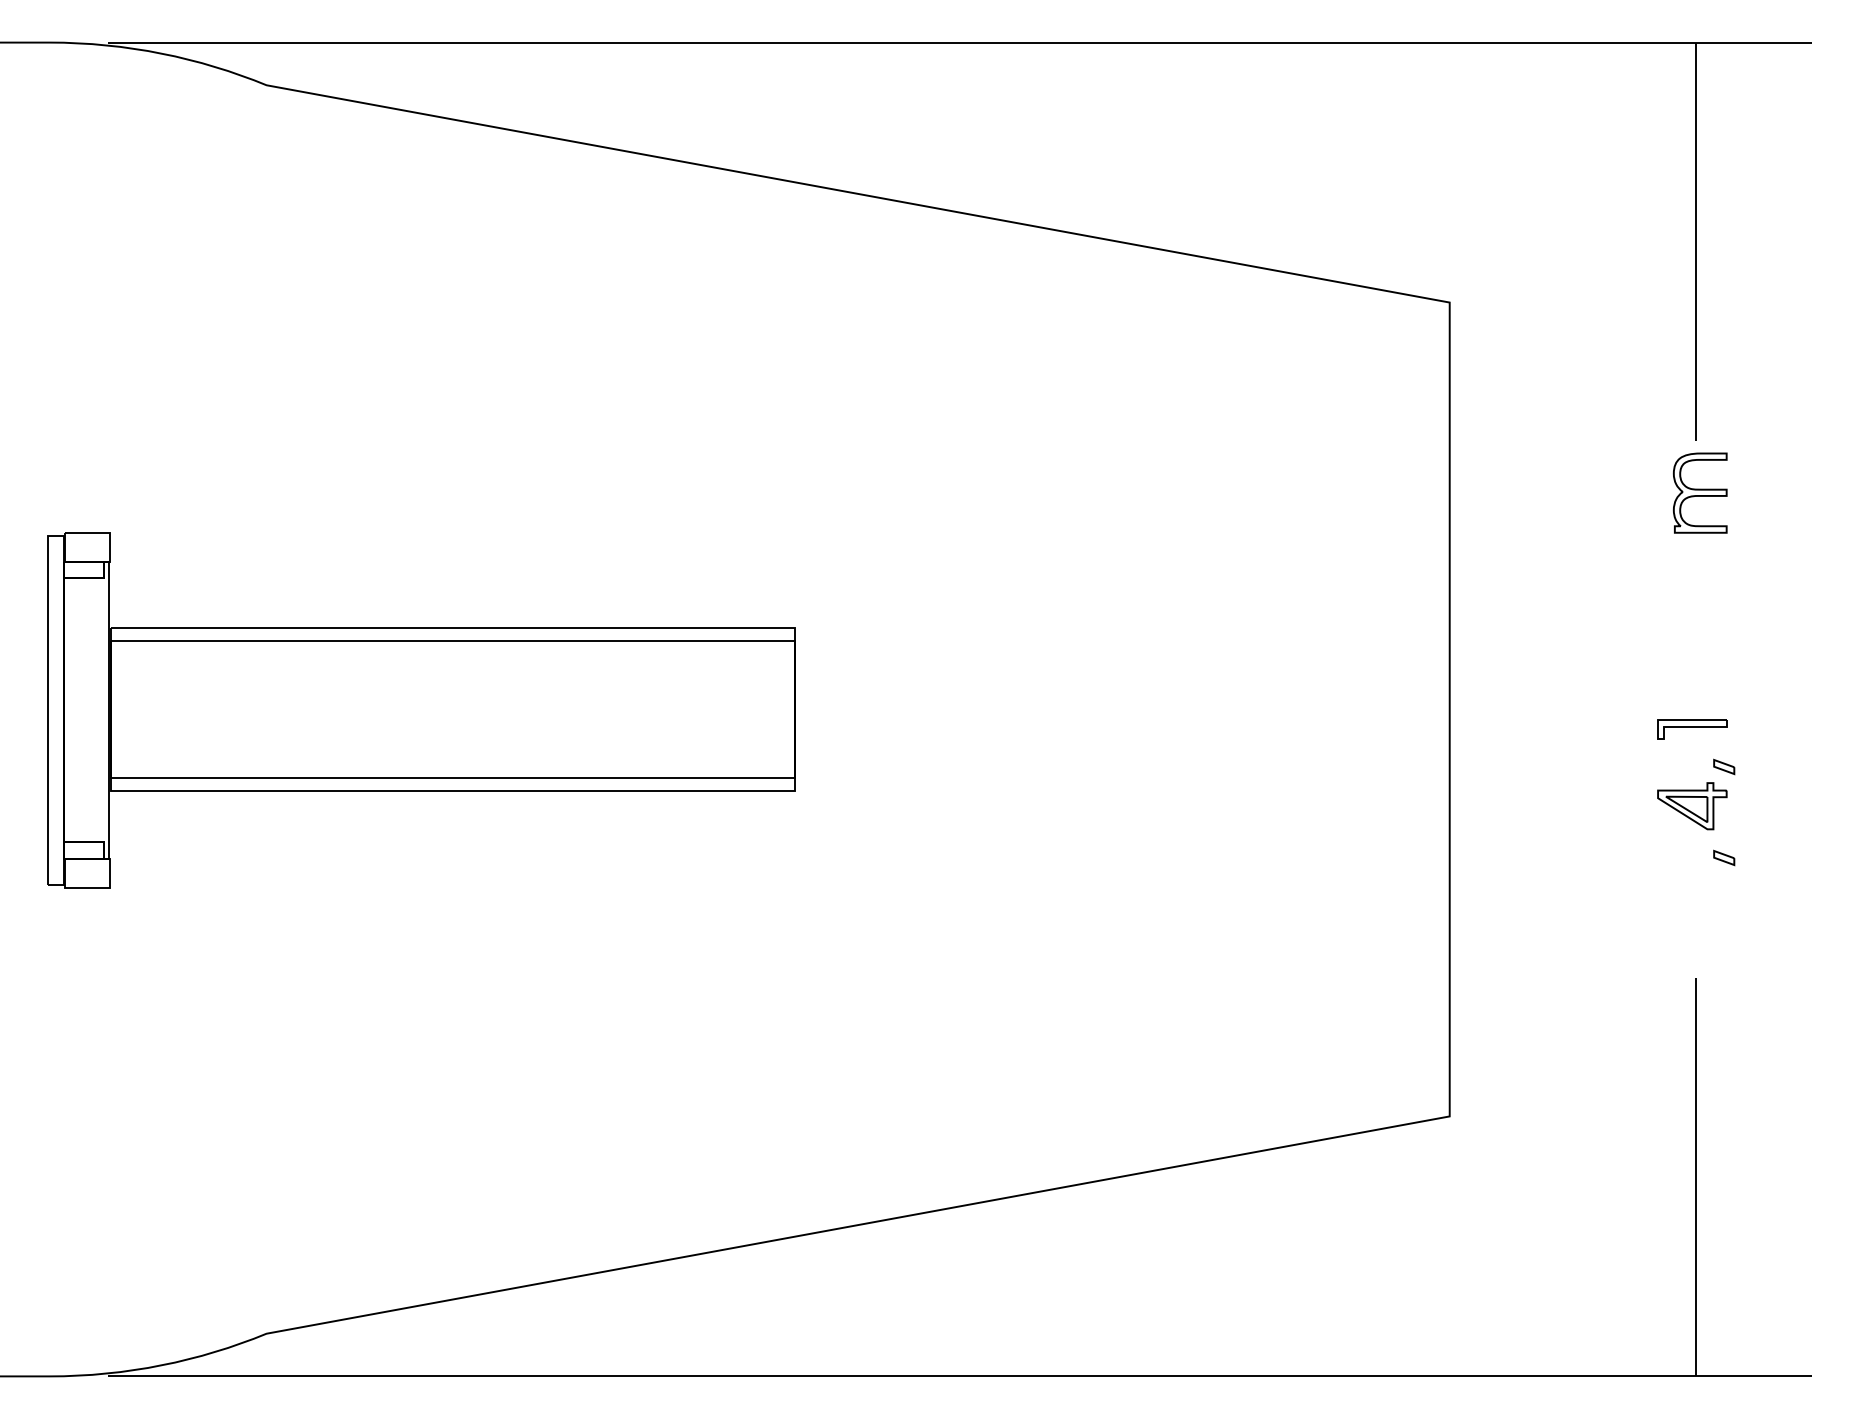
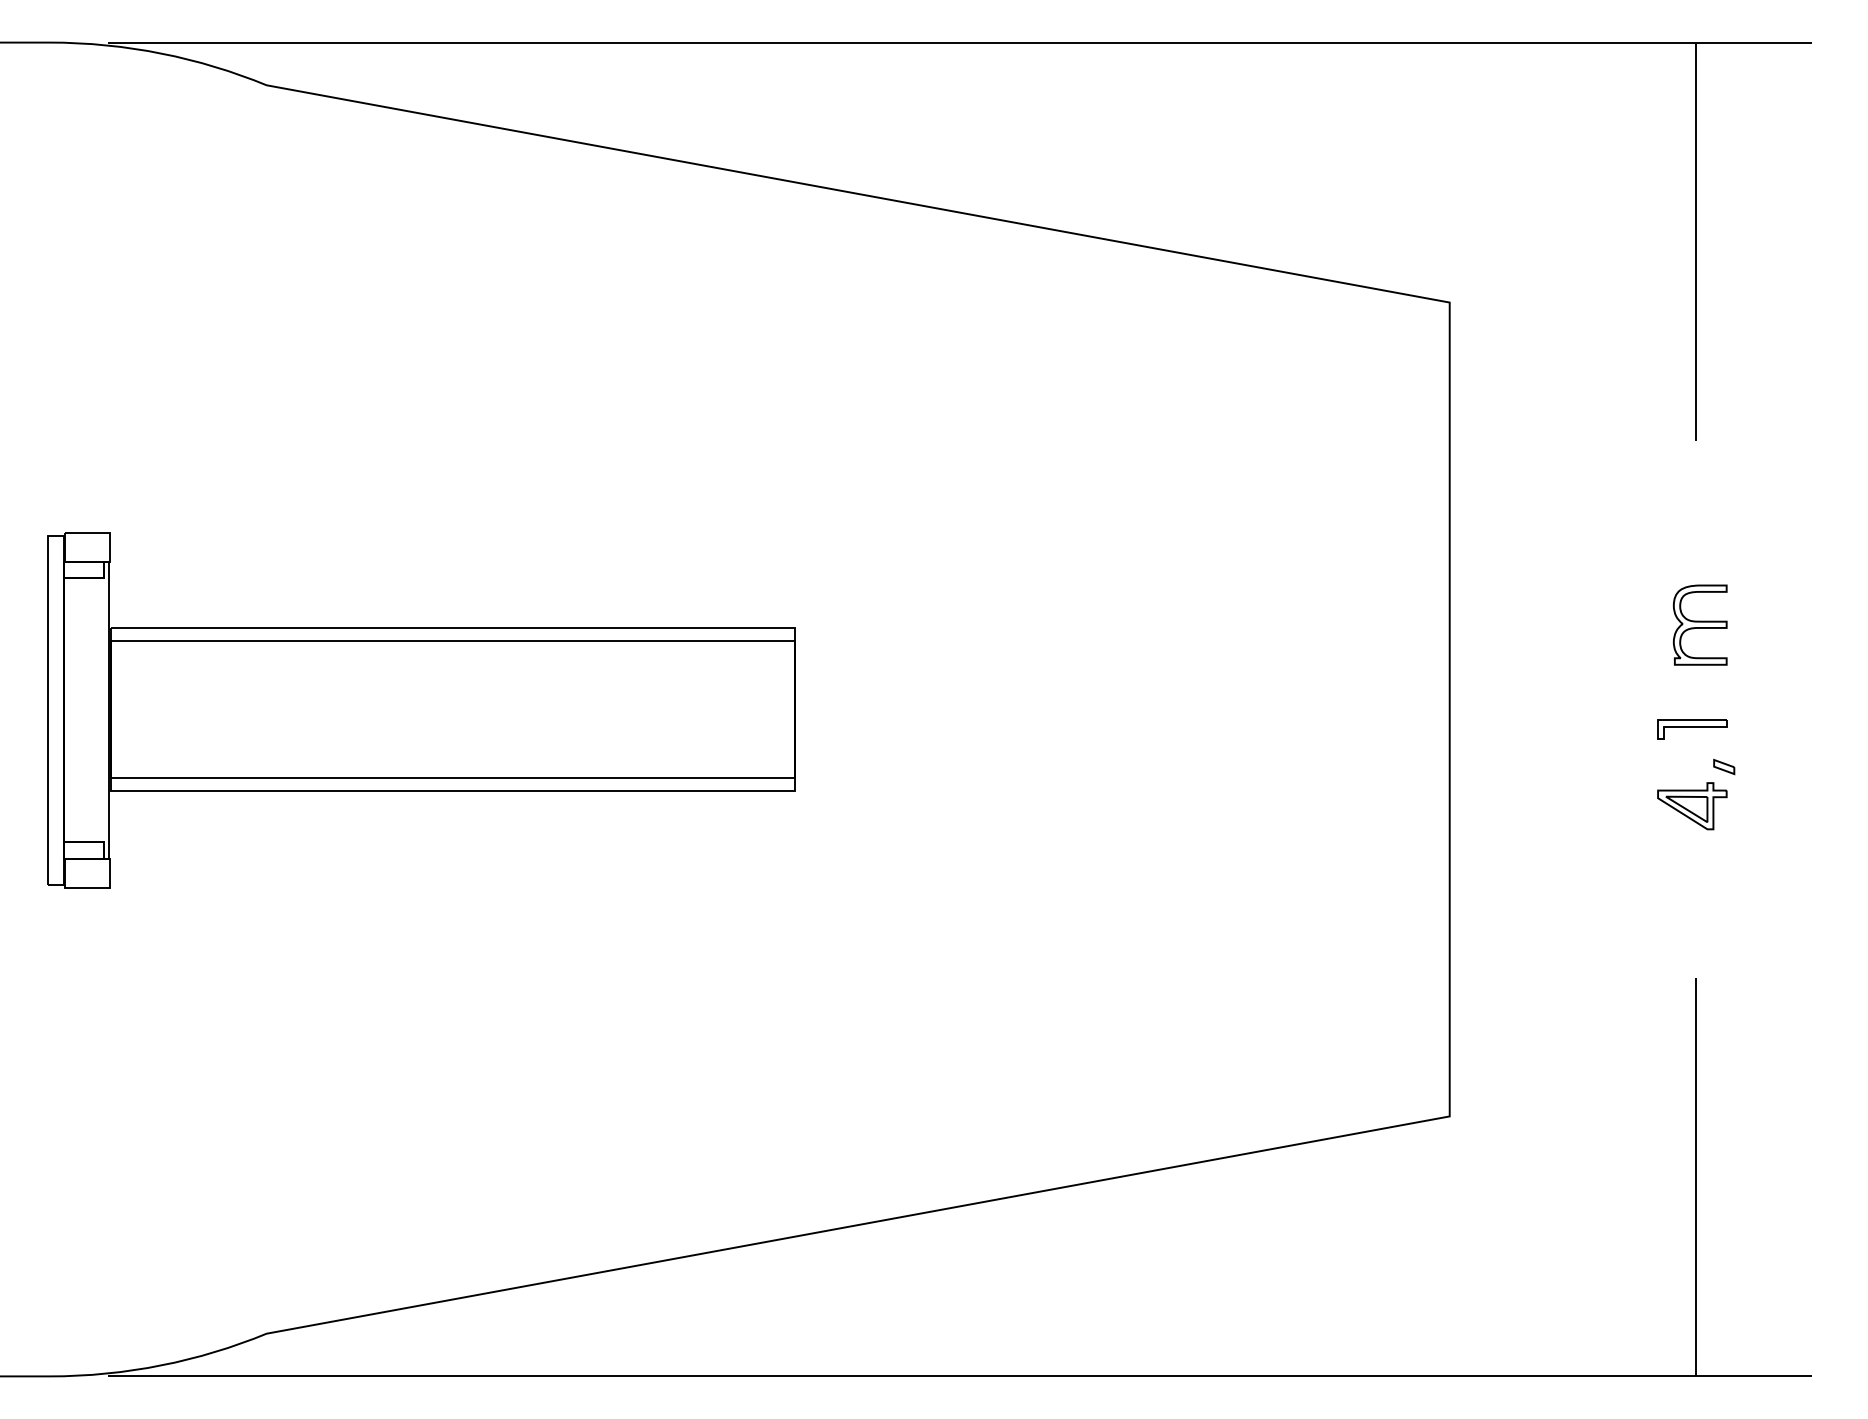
part at (1699, 492) position: (1699, 492) -> (1699, 624)
part at (1724, 857): present -> none
